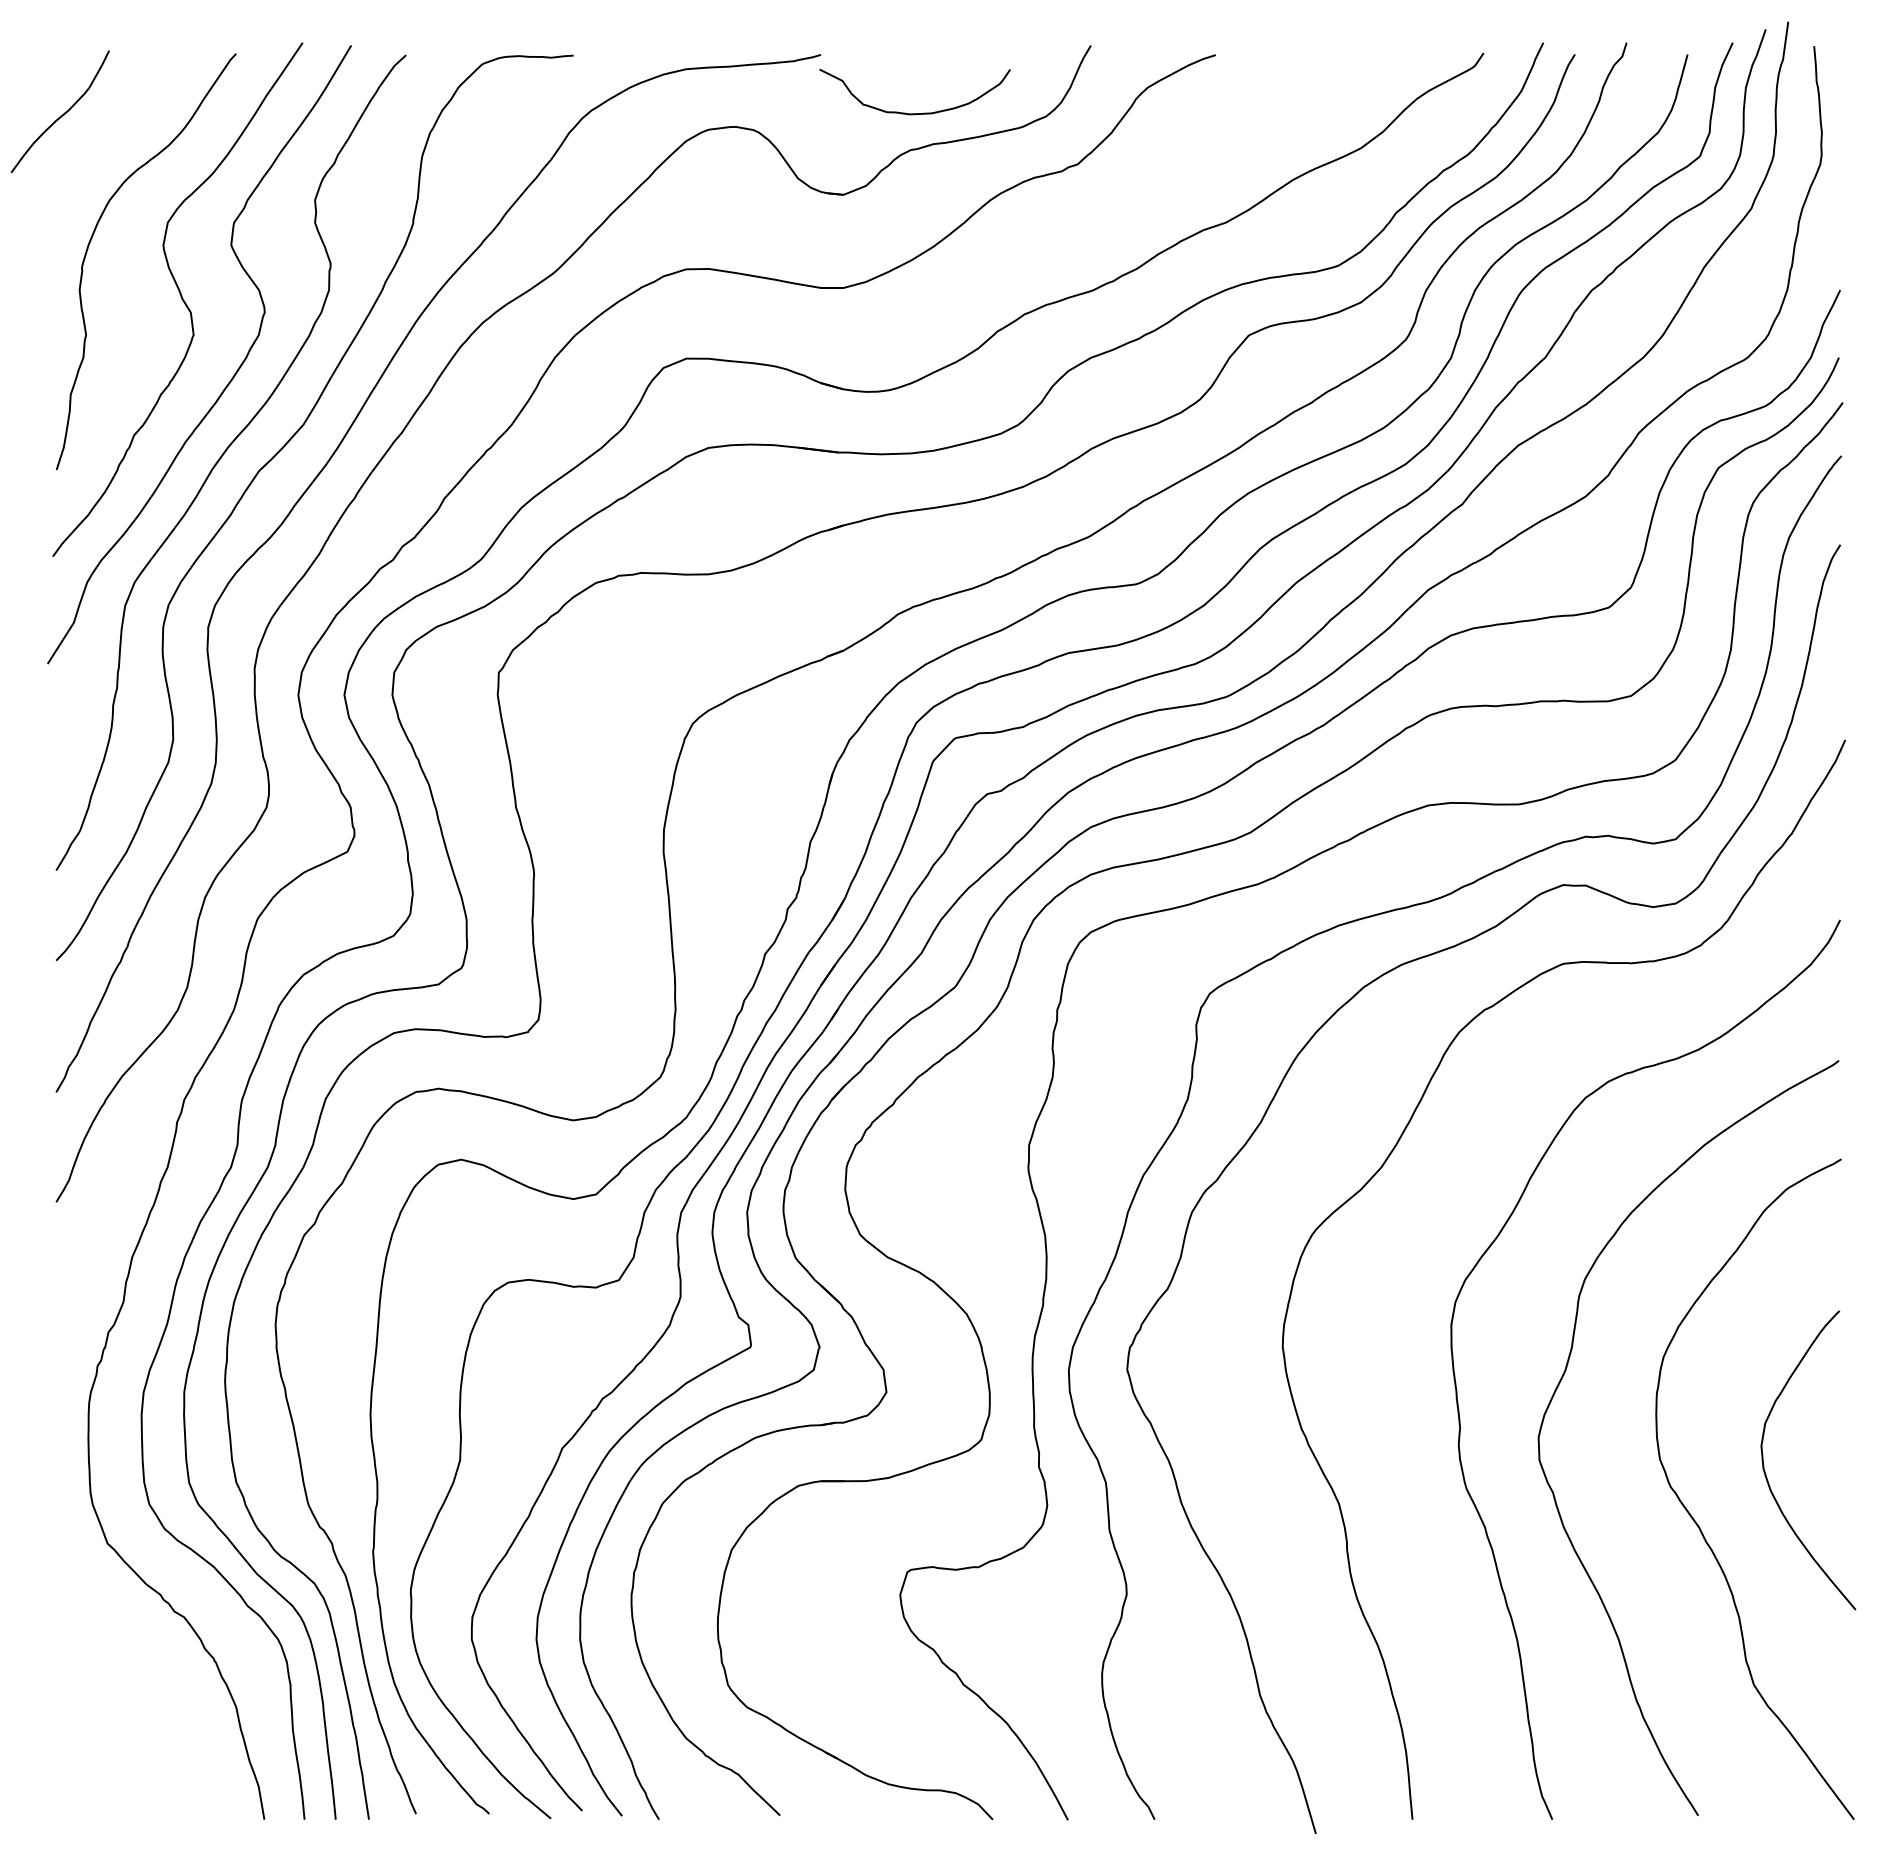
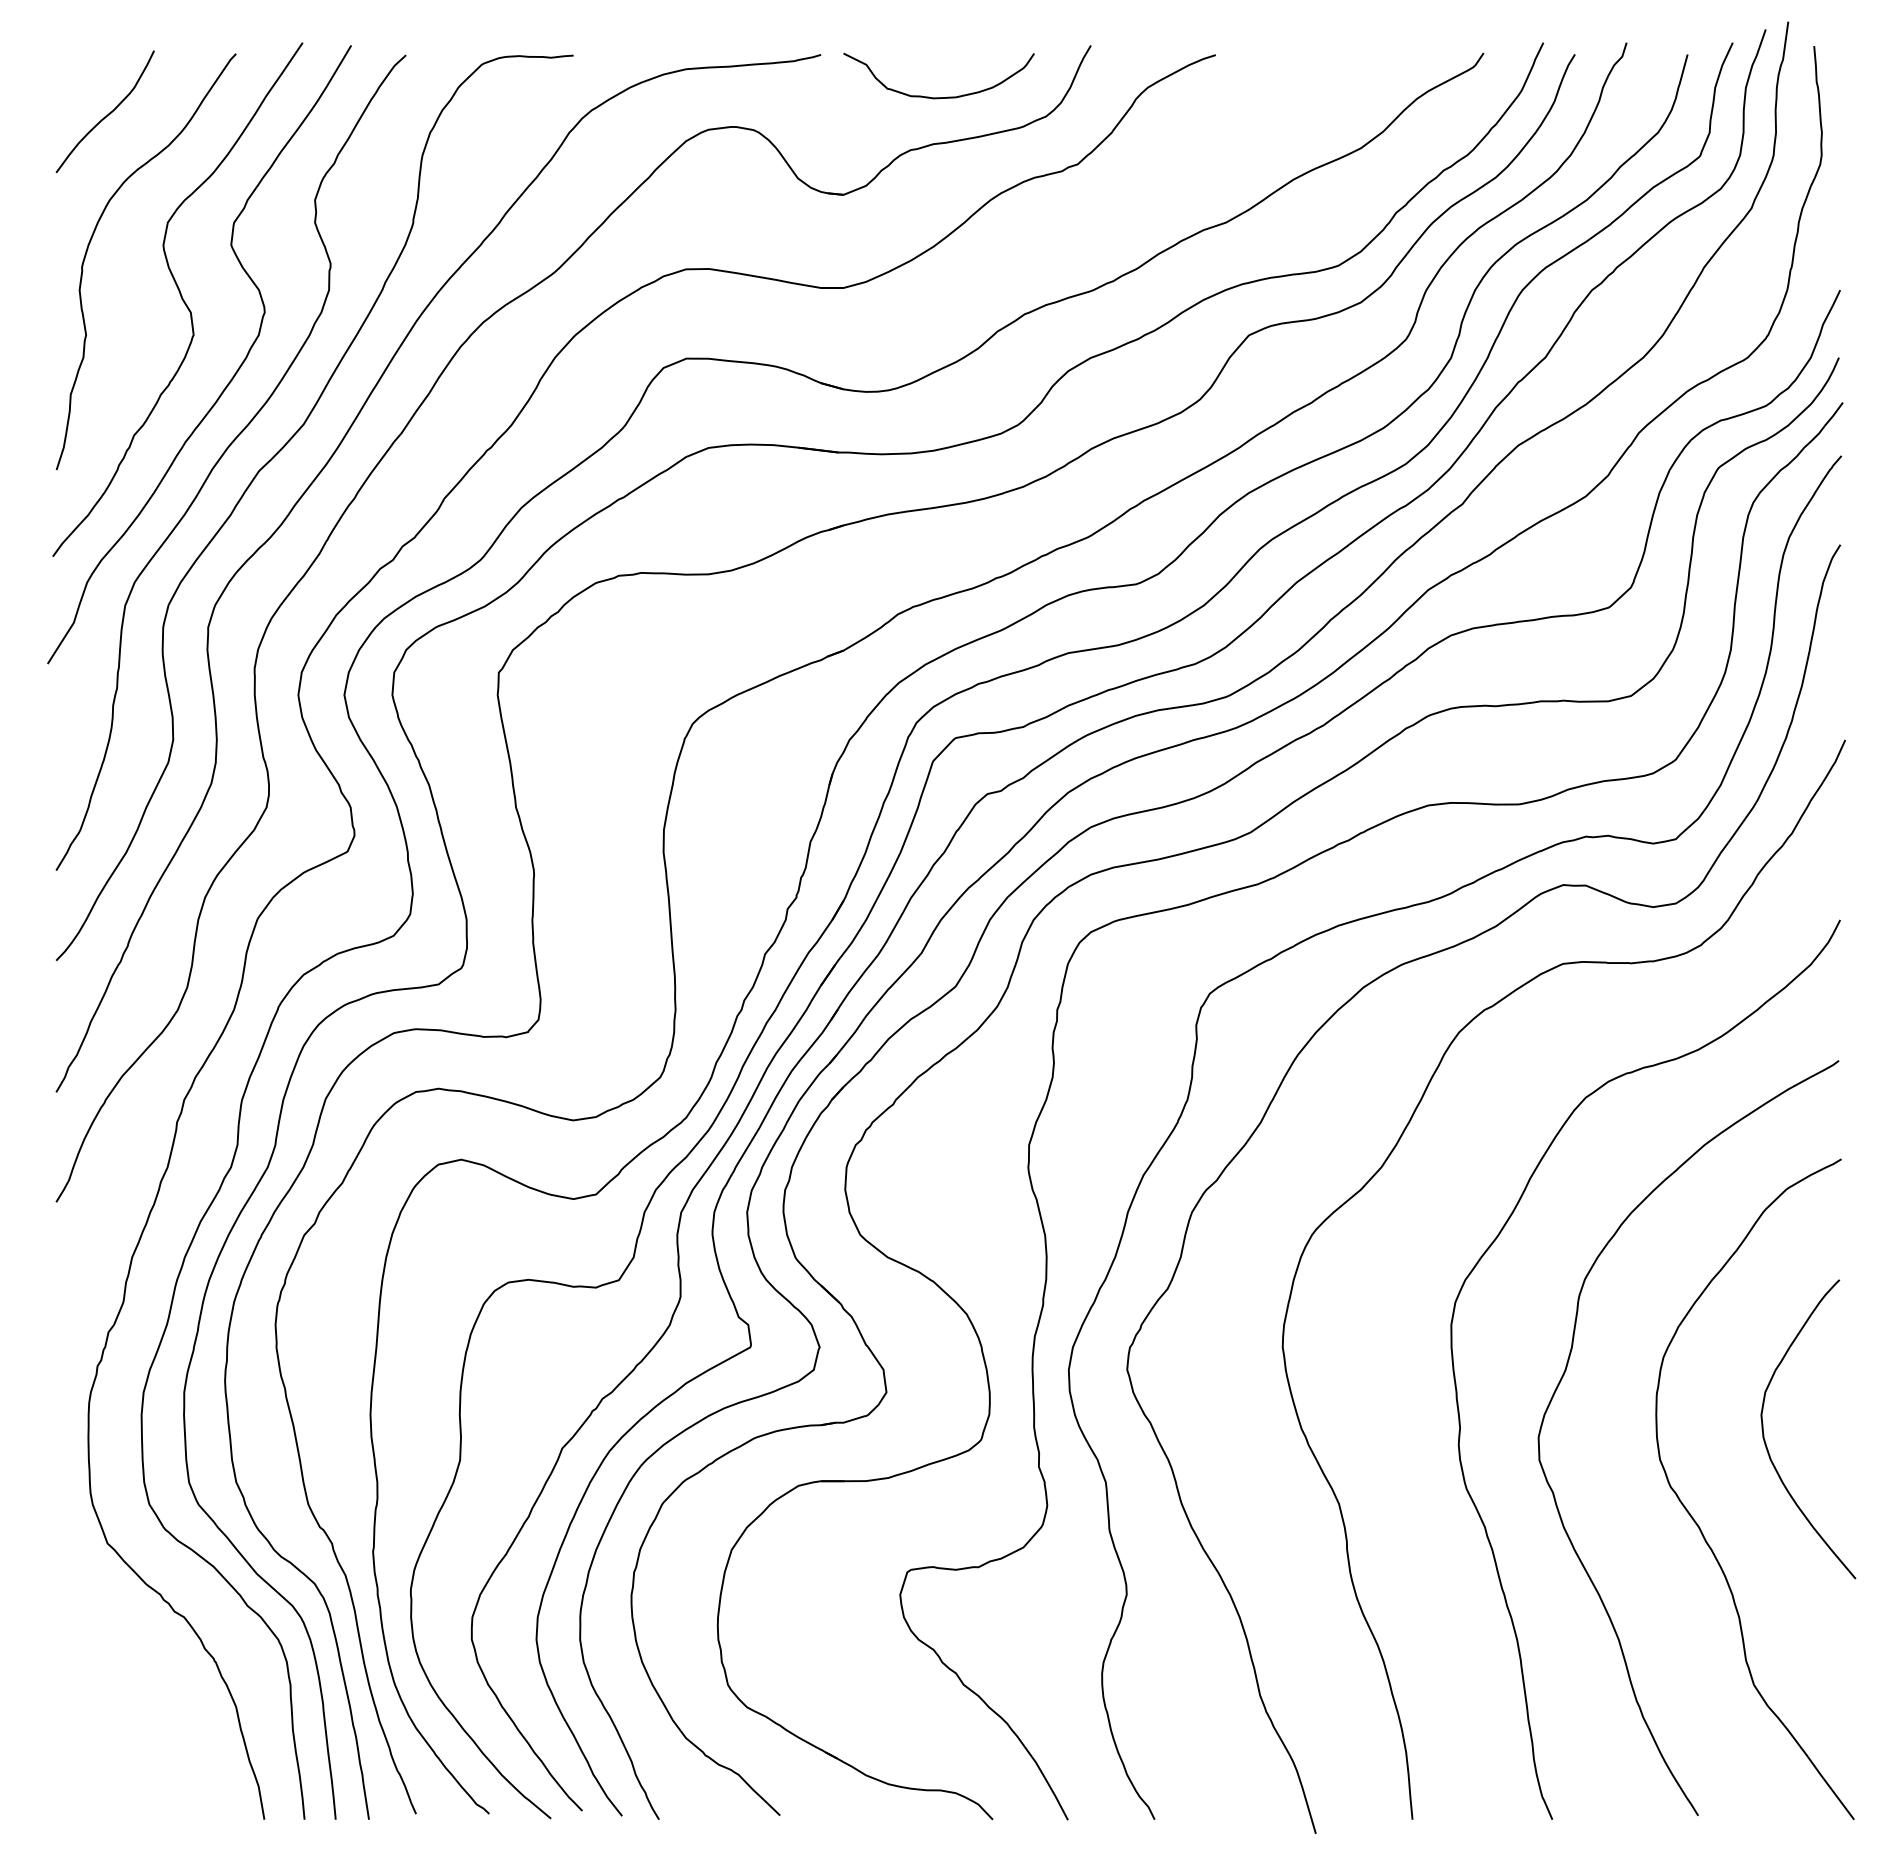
curve at (914, 113) position: (914, 113) -> (938, 97)
curve at (60, 115) position: (60, 115) -> (105, 115)
curve at (1766, 1474) position: (1766, 1474) -> (1766, 1443)
